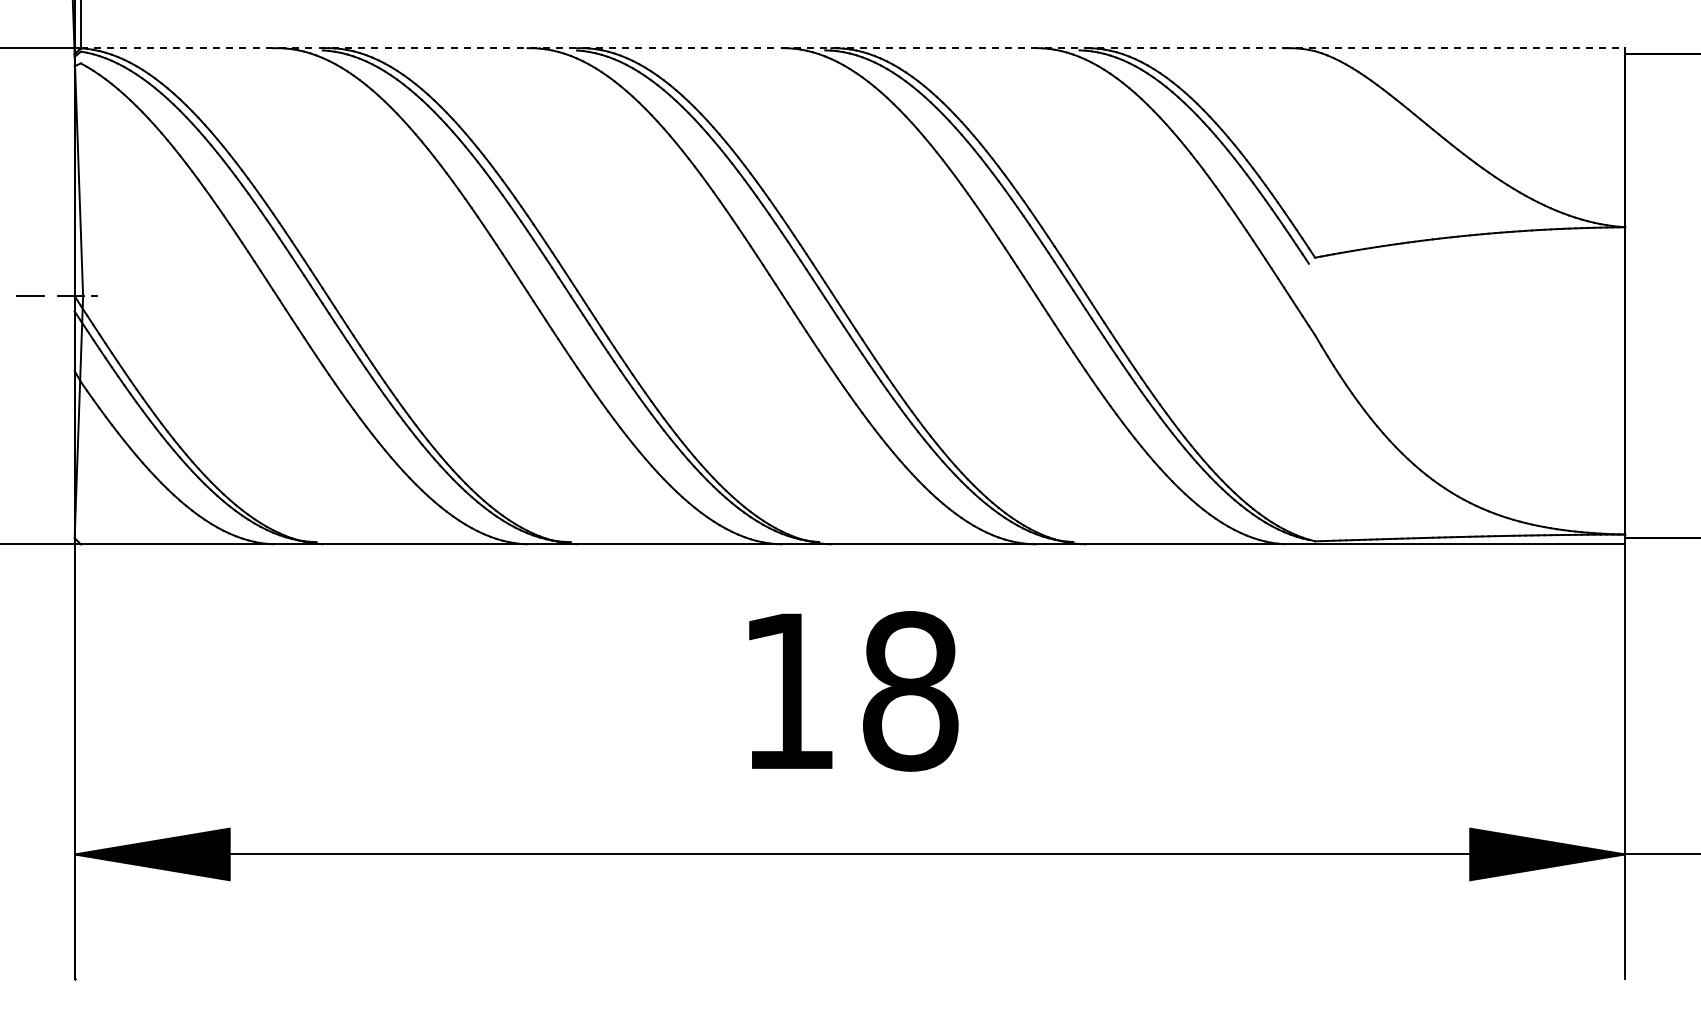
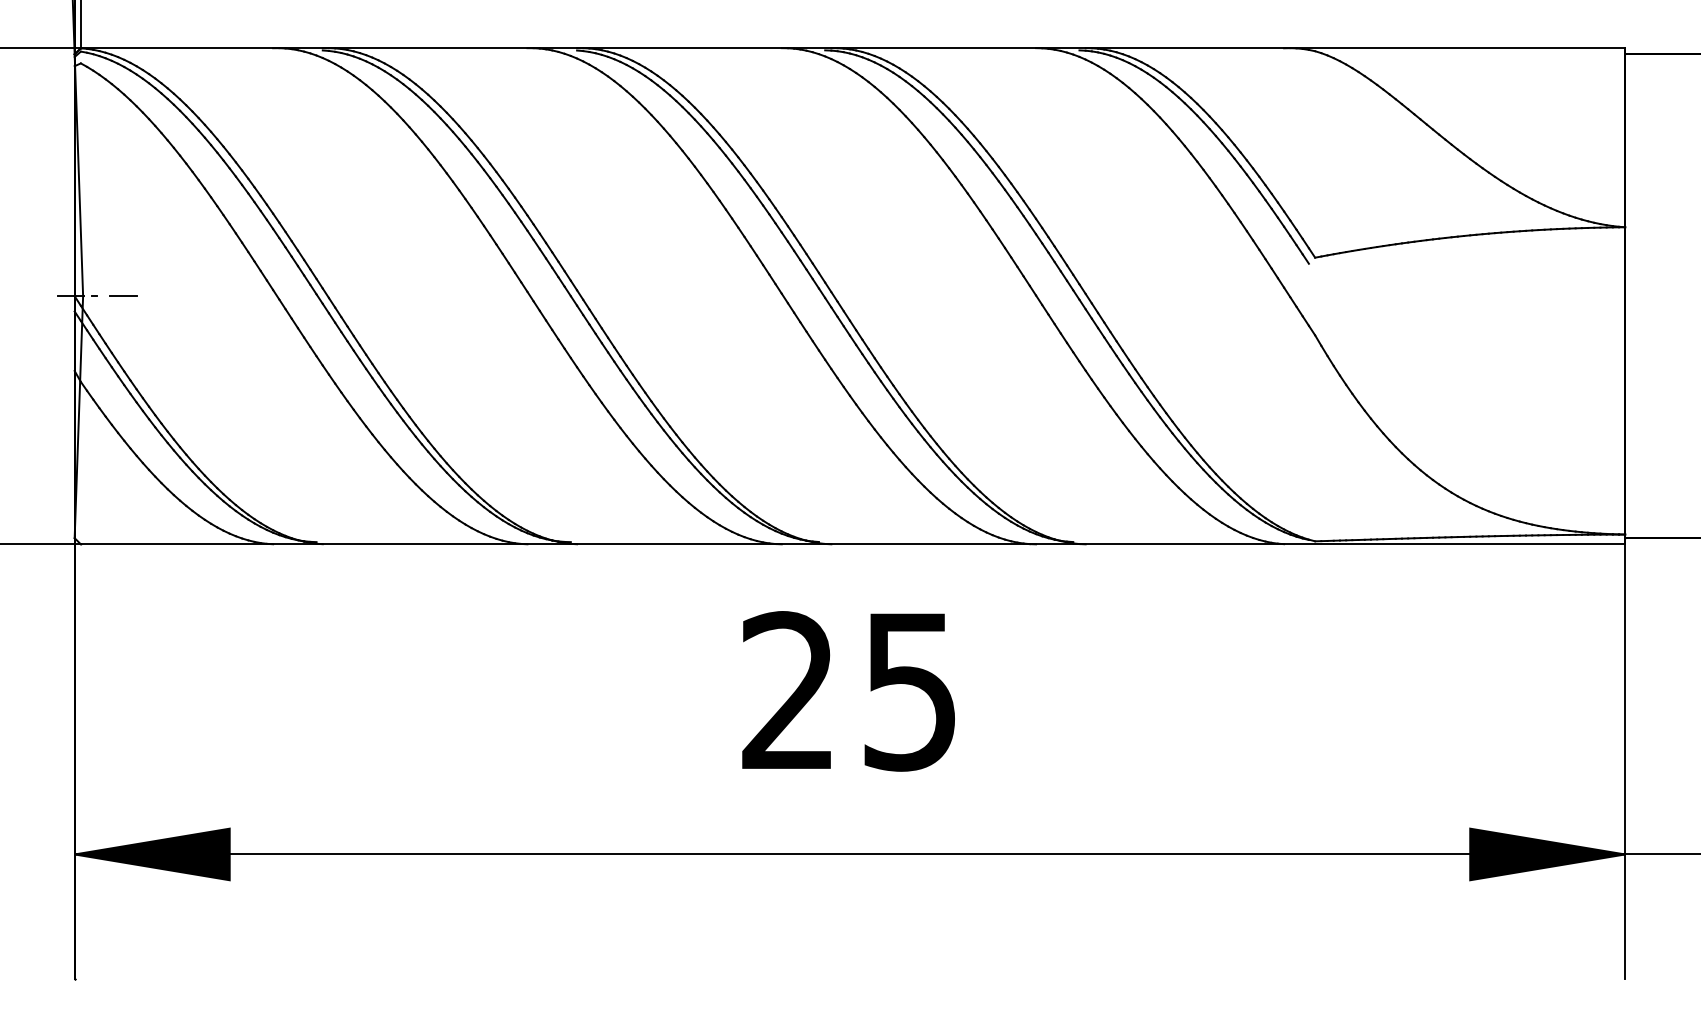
line at (853, 48): dashed -> solid
line at (30, 295) position: (30, 295) -> (123, 295)
text at (850, 691): 18 -> 25
